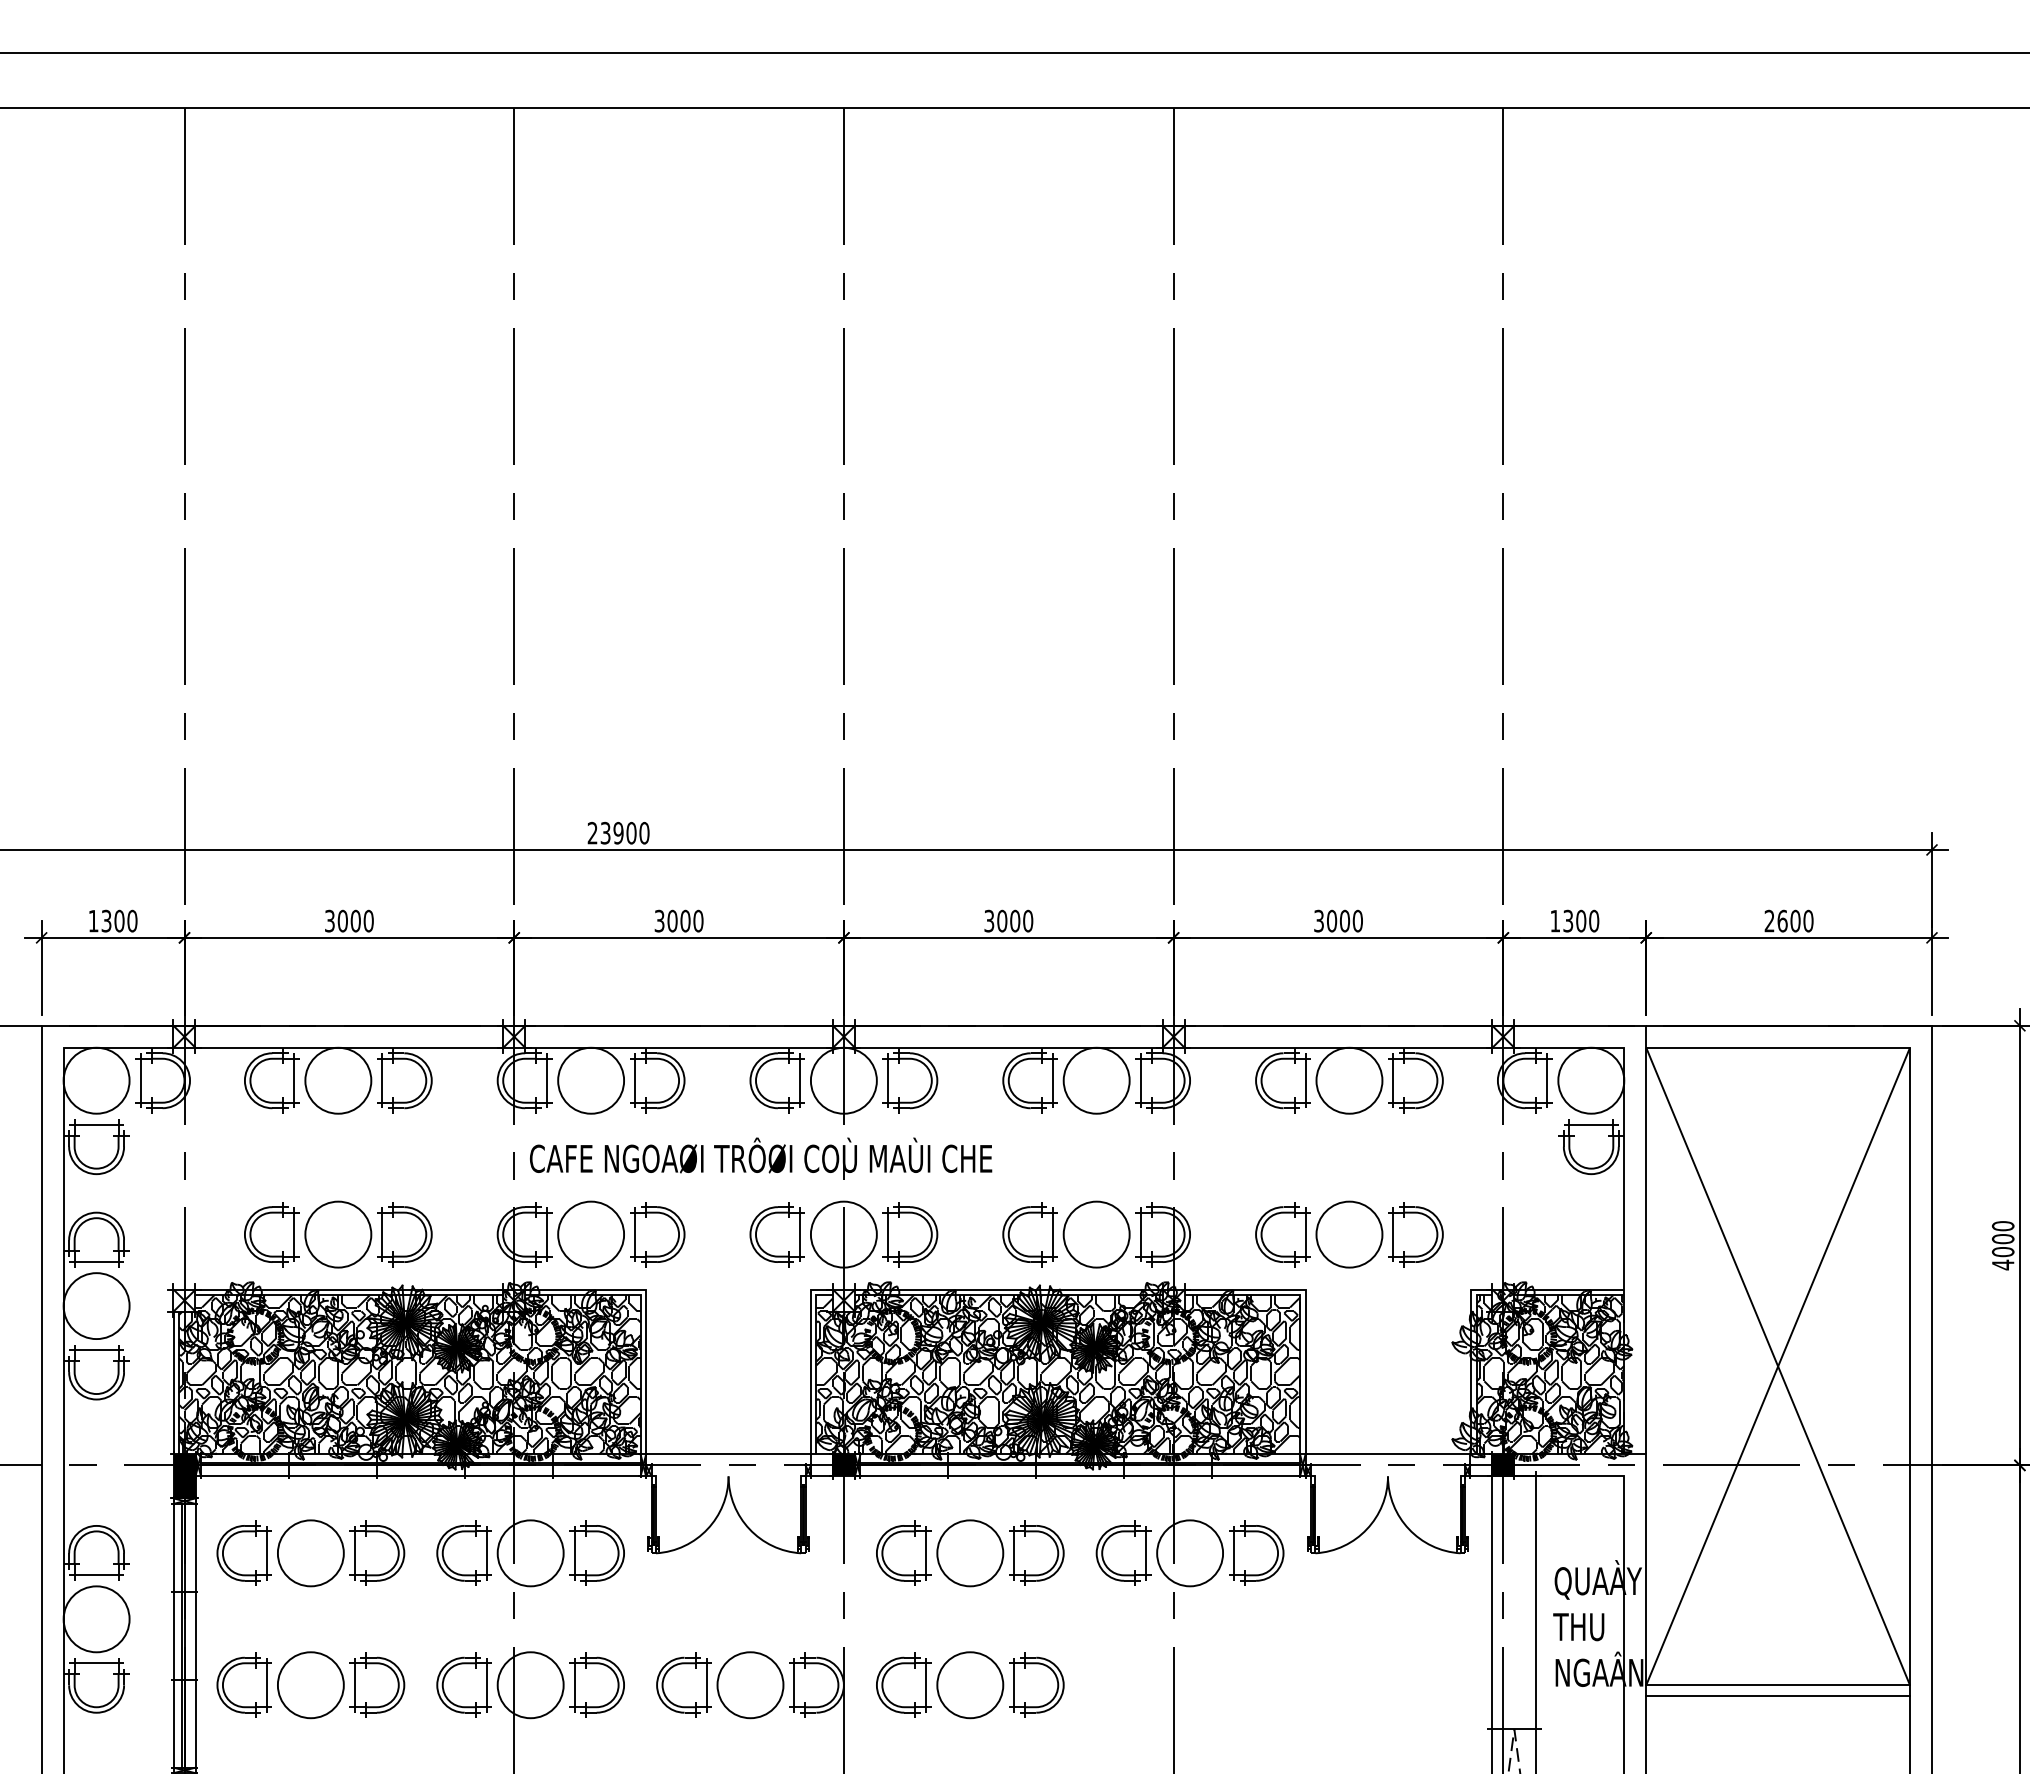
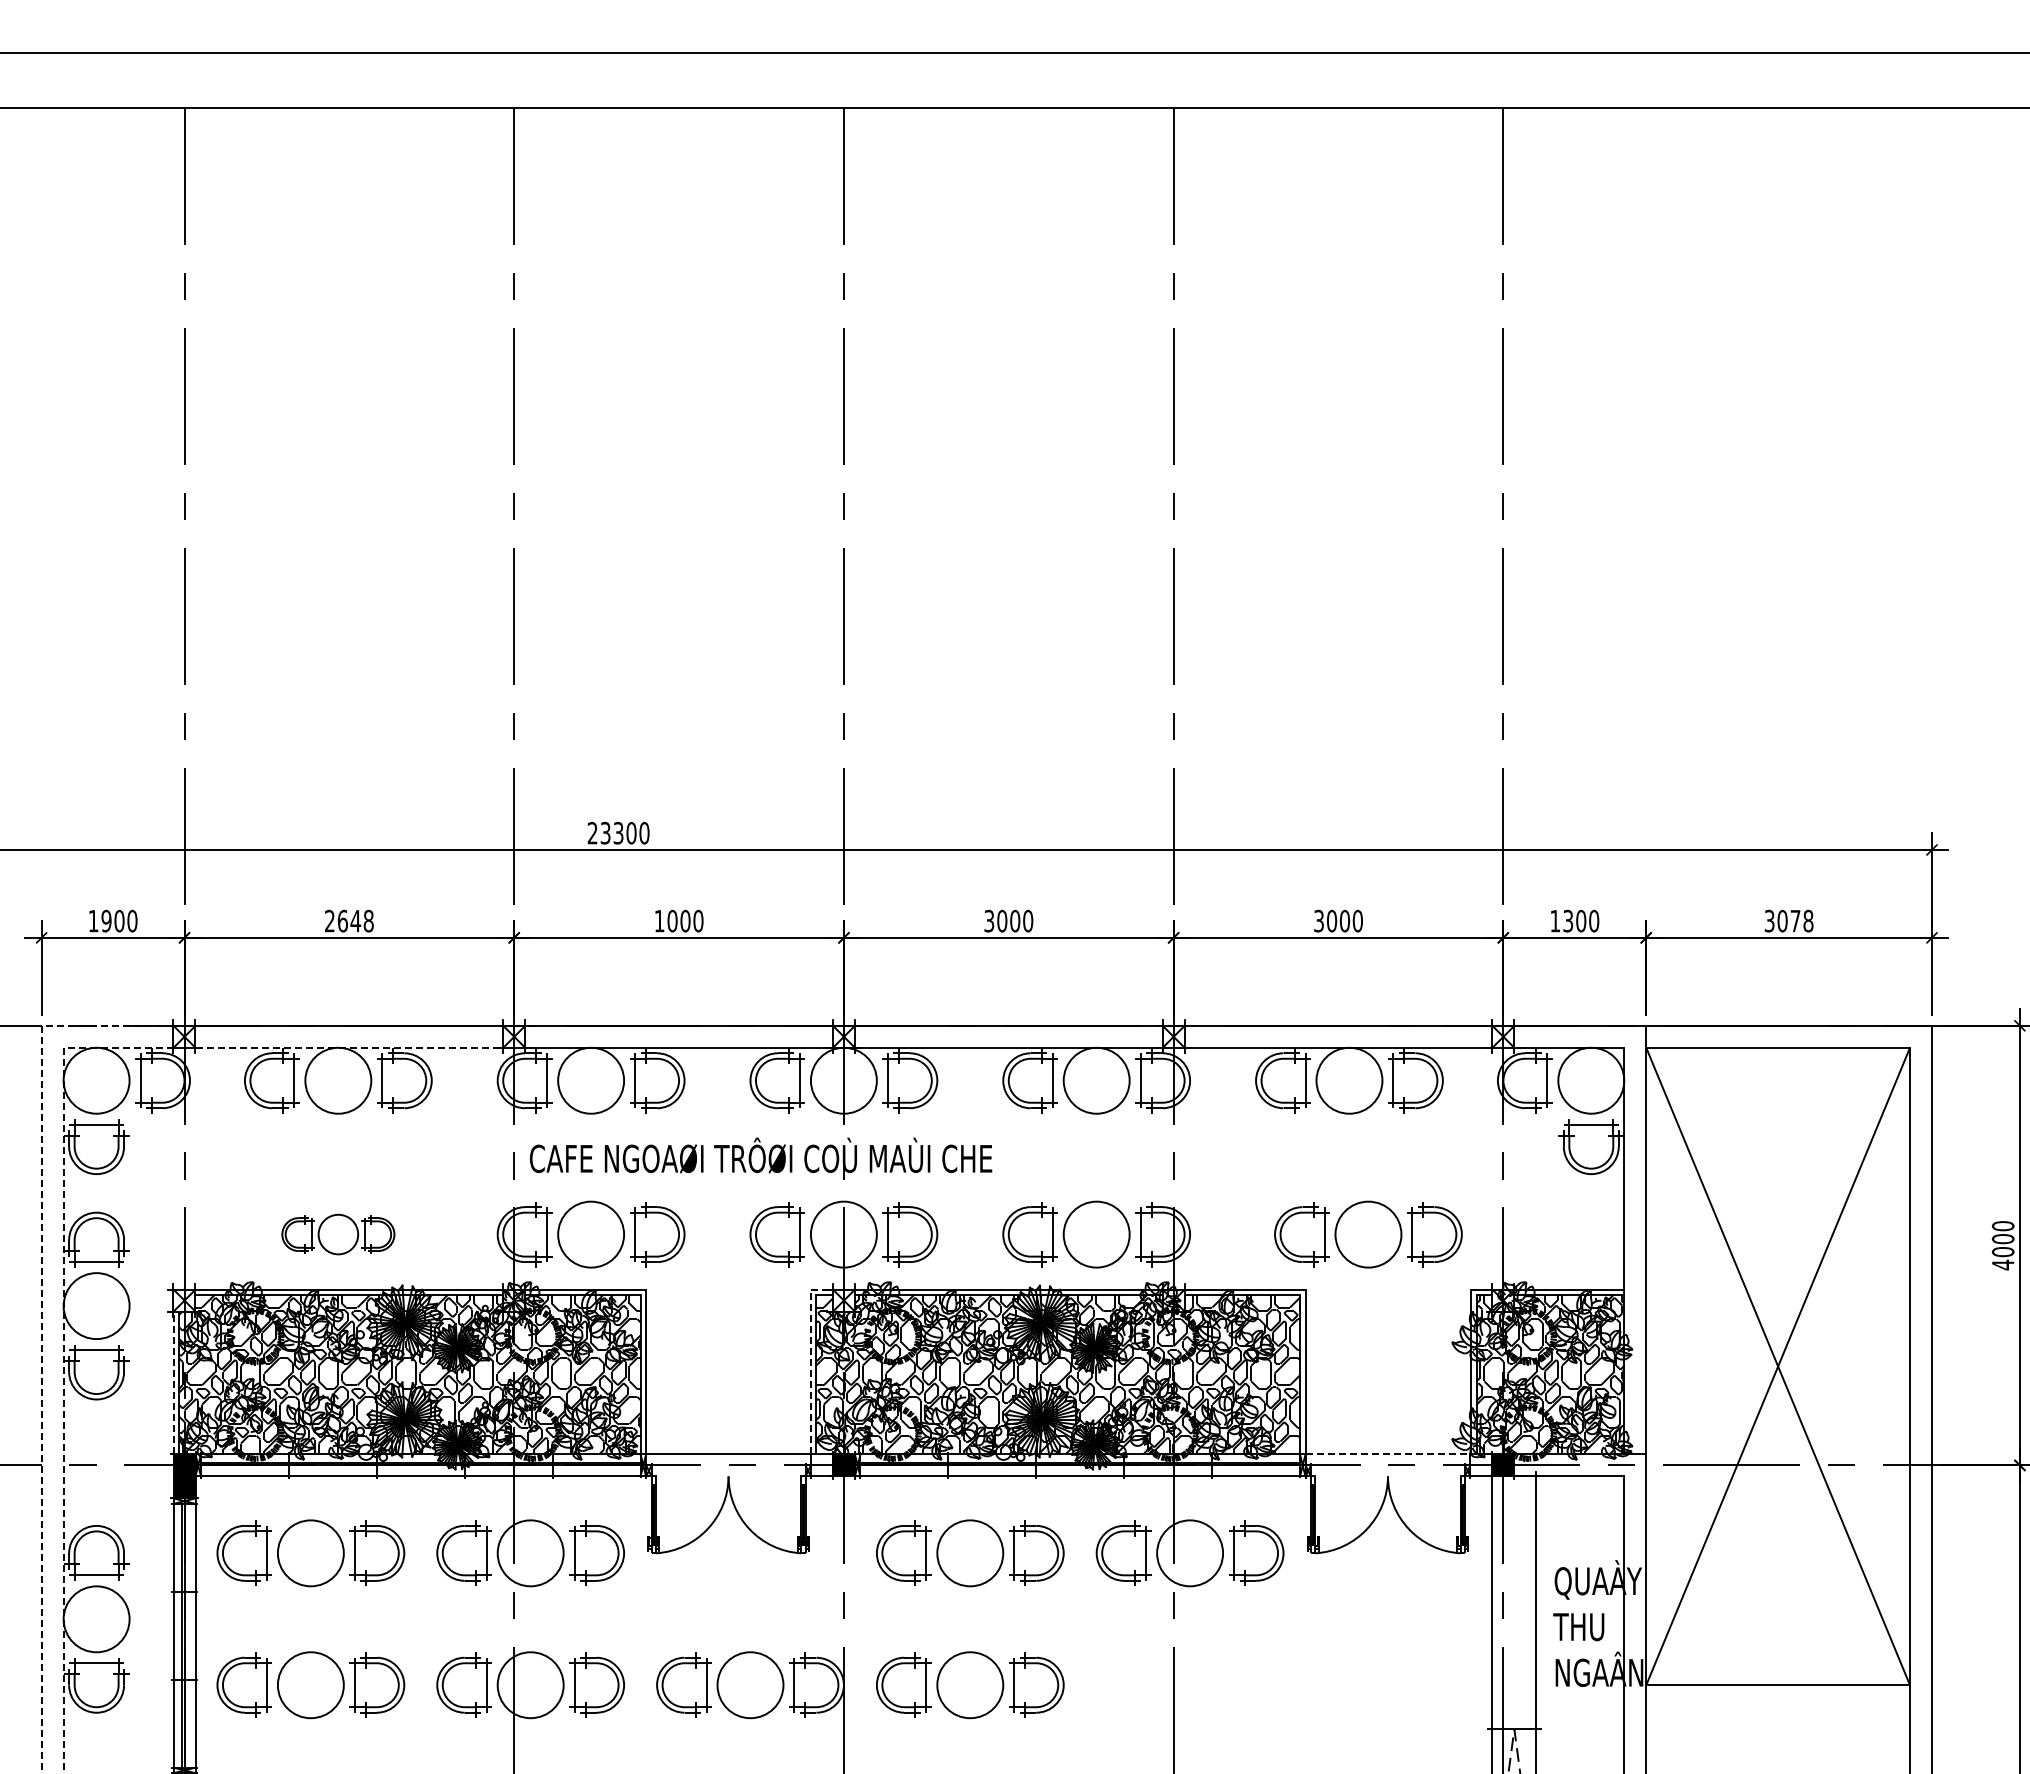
text at (618, 833): 23900 -> 23300
text at (349, 920): 3000 -> 2648
text at (659, 920): 3000 -> 1000
text at (1788, 920): 2600 -> 3078
text at (106, 921): 1300 -> 1900
line at (349, 1047): solid -> dashed
part at (338, 1234) size: 189x69 px -> 115x43 px
part at (1349, 1234) position: (1349, 1234) -> (1368, 1234)
line at (41, 1333): solid -> dashed
line at (63, 1355): solid -> dashed
line at (810, 1360): solid -> dashed
line at (173, 1382): solid -> dashed
line at (1388, 1454): solid -> dashed
line at (1778, 1696): present -> none
